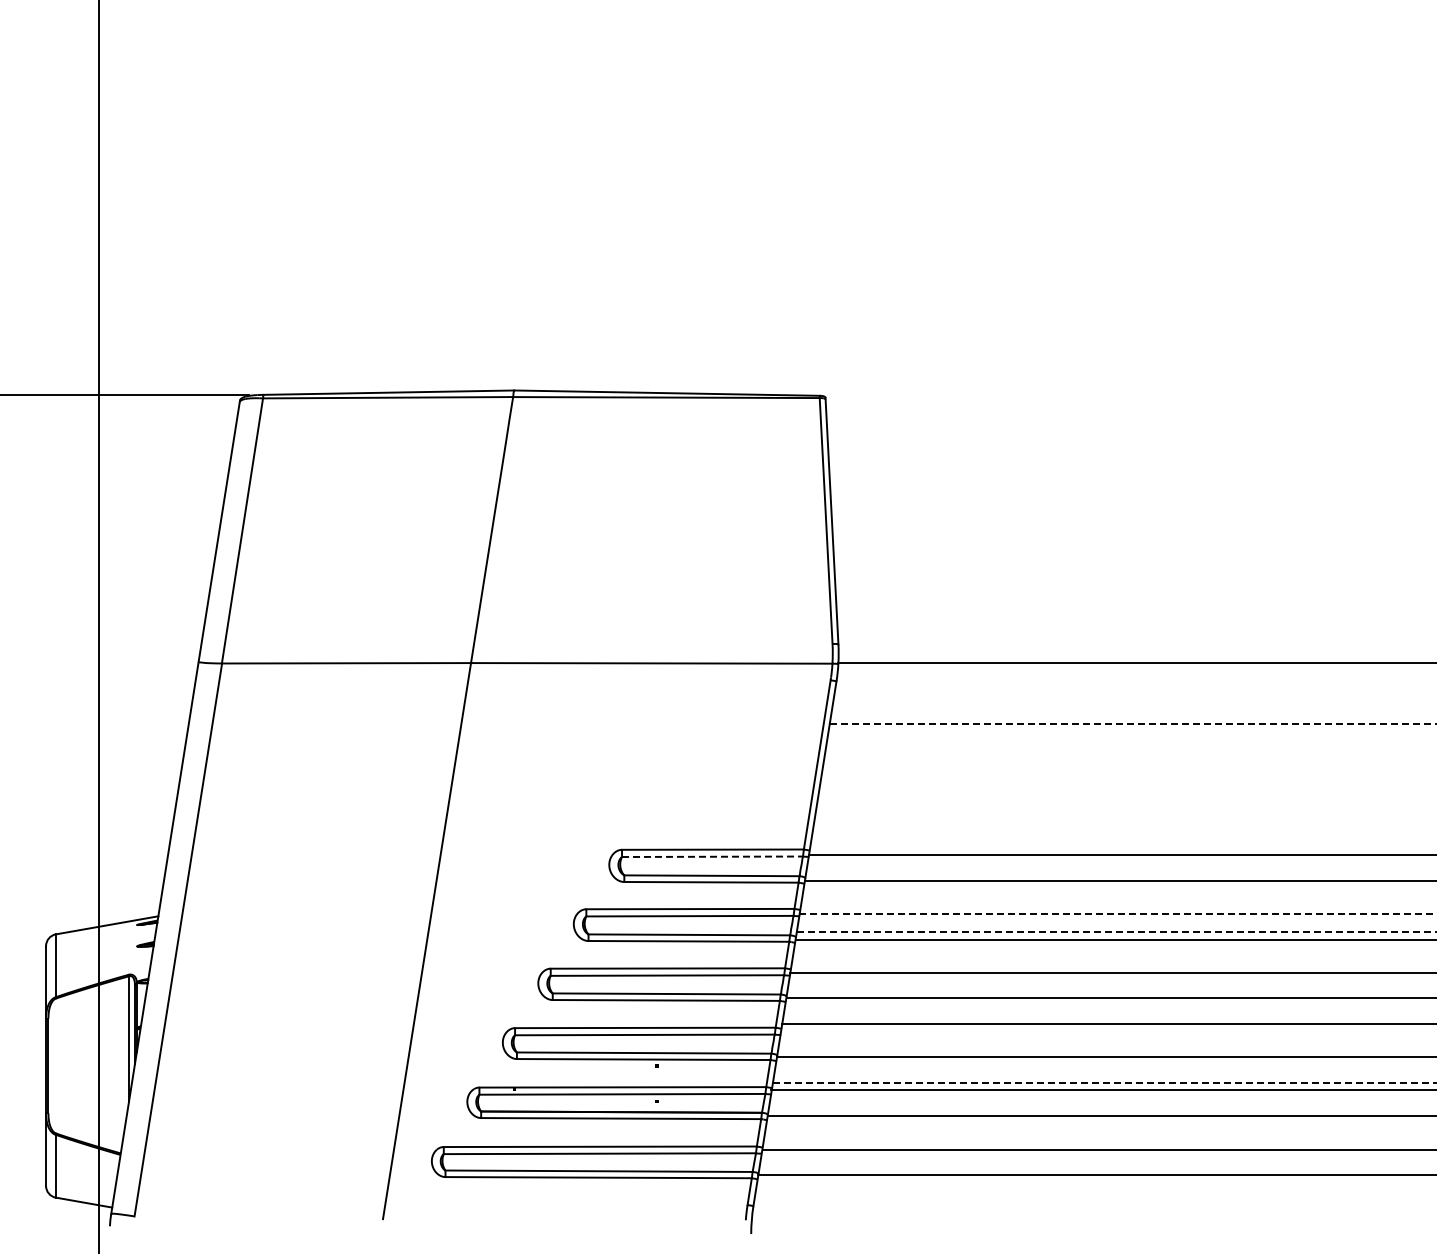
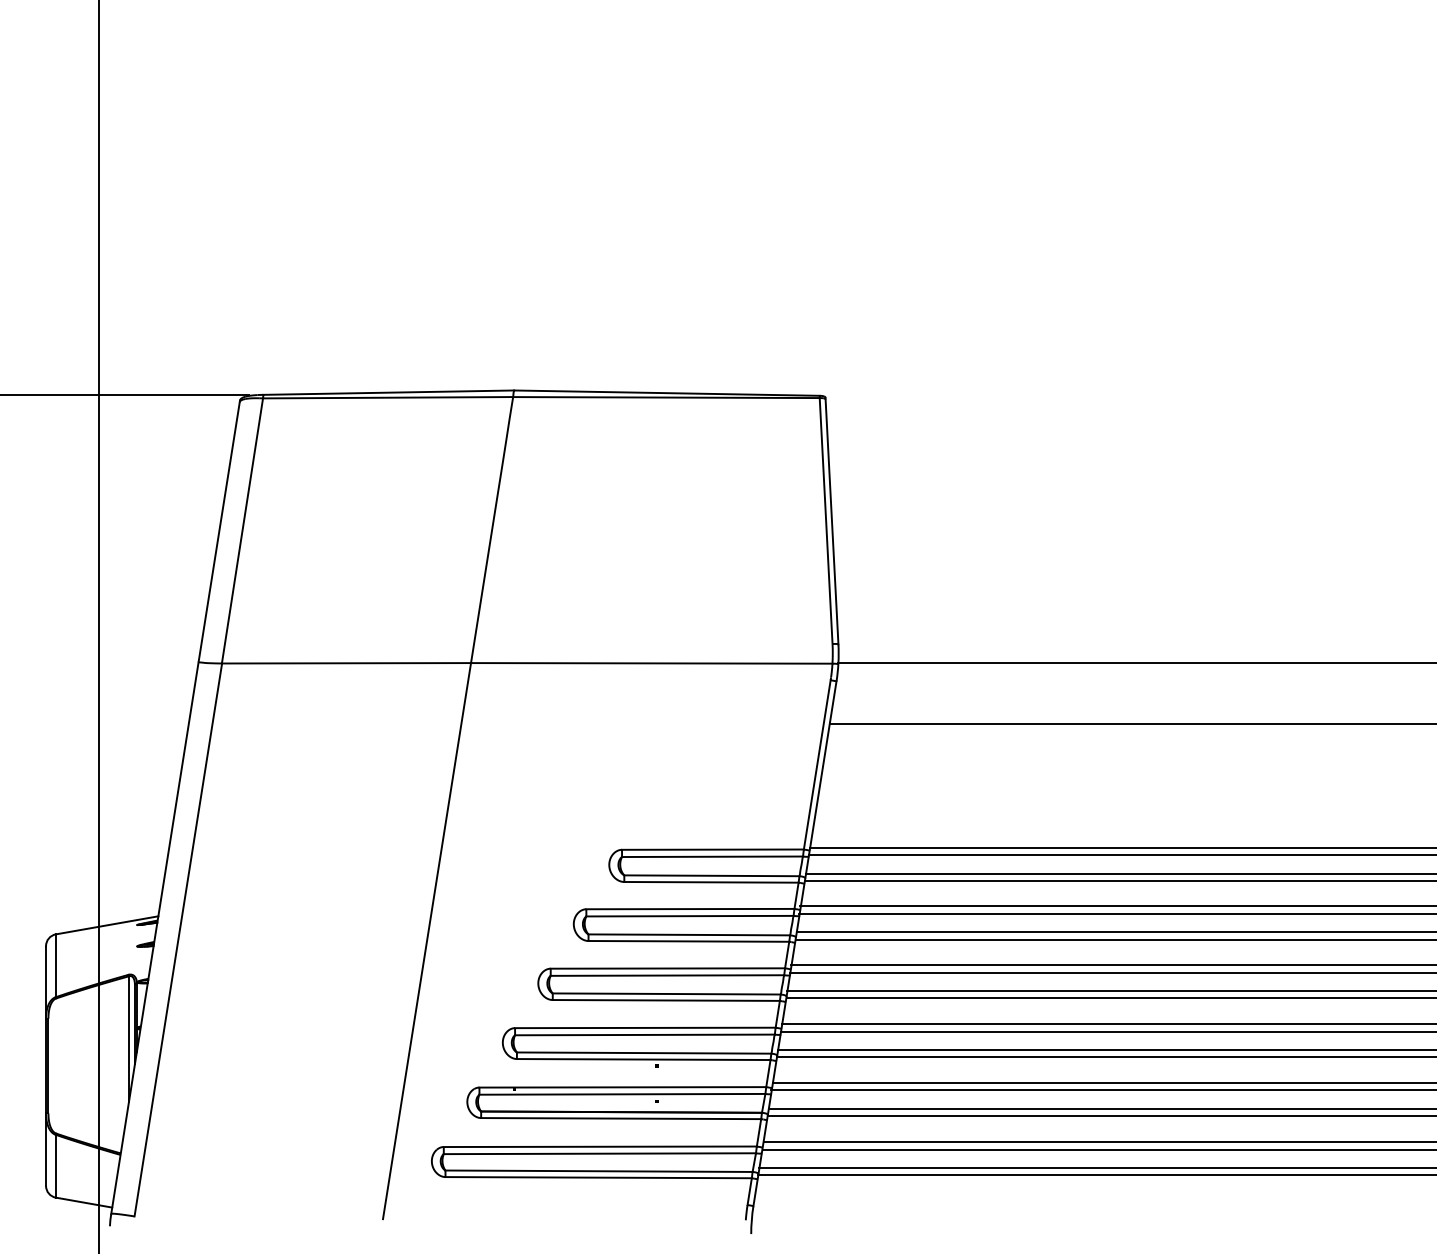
line at (1133, 724): dashed -> solid
line at (1121, 847): none -> present
line at (713, 856): dashed -> solid
line at (1119, 873): none -> present
line at (1116, 906): none -> present
line at (1118, 914): dashed -> solid
line at (1116, 932): dashed -> solid
line at (1111, 965): none -> present
line at (1110, 991): none -> present
line at (1106, 1031): none -> present
line at (1105, 1050): none -> present
line at (1104, 1082): dashed -> solid
line at (1100, 1108): none -> present
line at (1098, 1141): none -> present
line at (1096, 1168): none -> present
